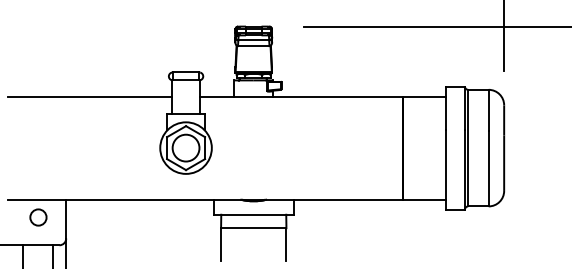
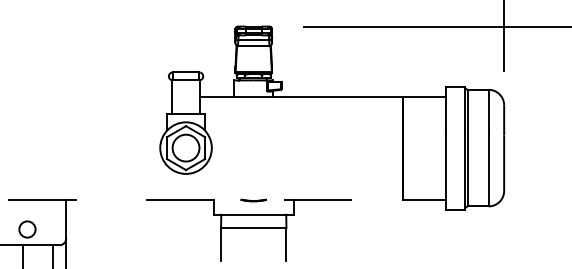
line at (90, 96): present -> none
line at (206, 199): solid -> dashed
circle at (38, 217) position: (38, 217) -> (27, 229)
